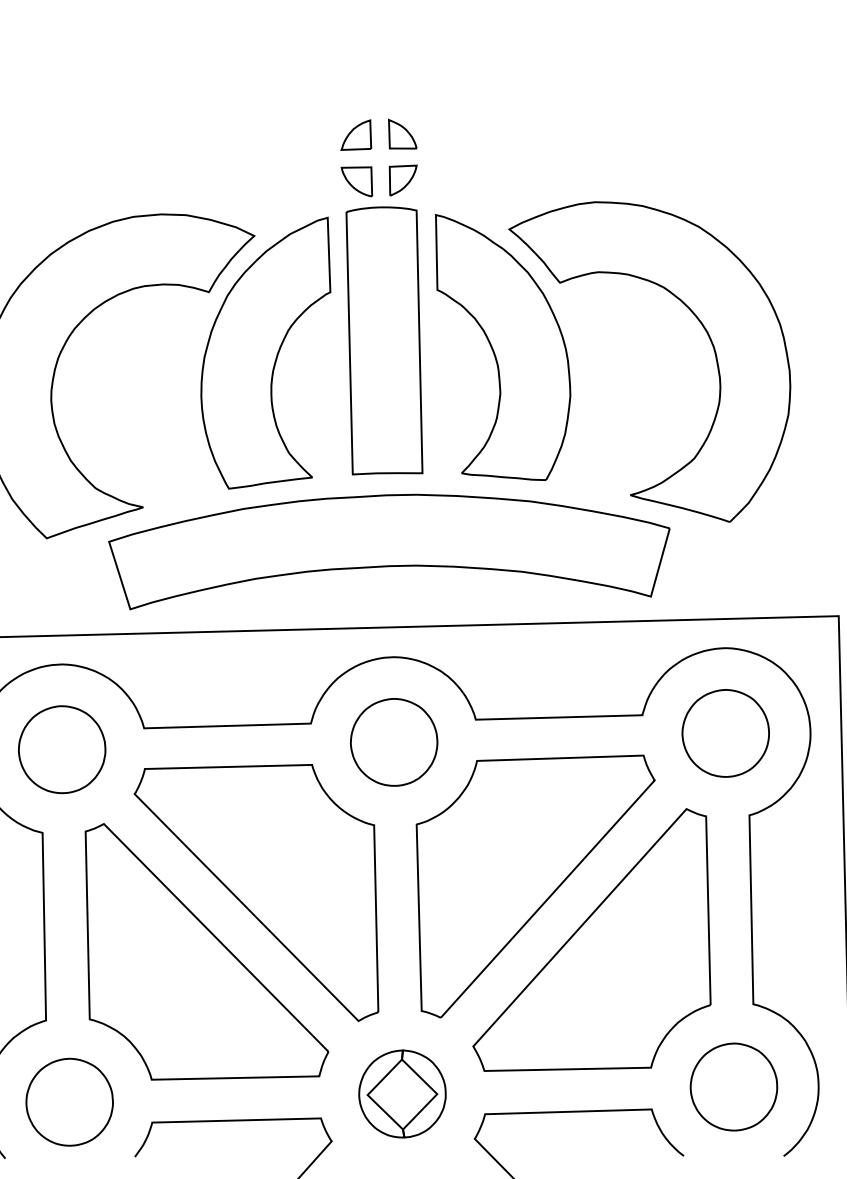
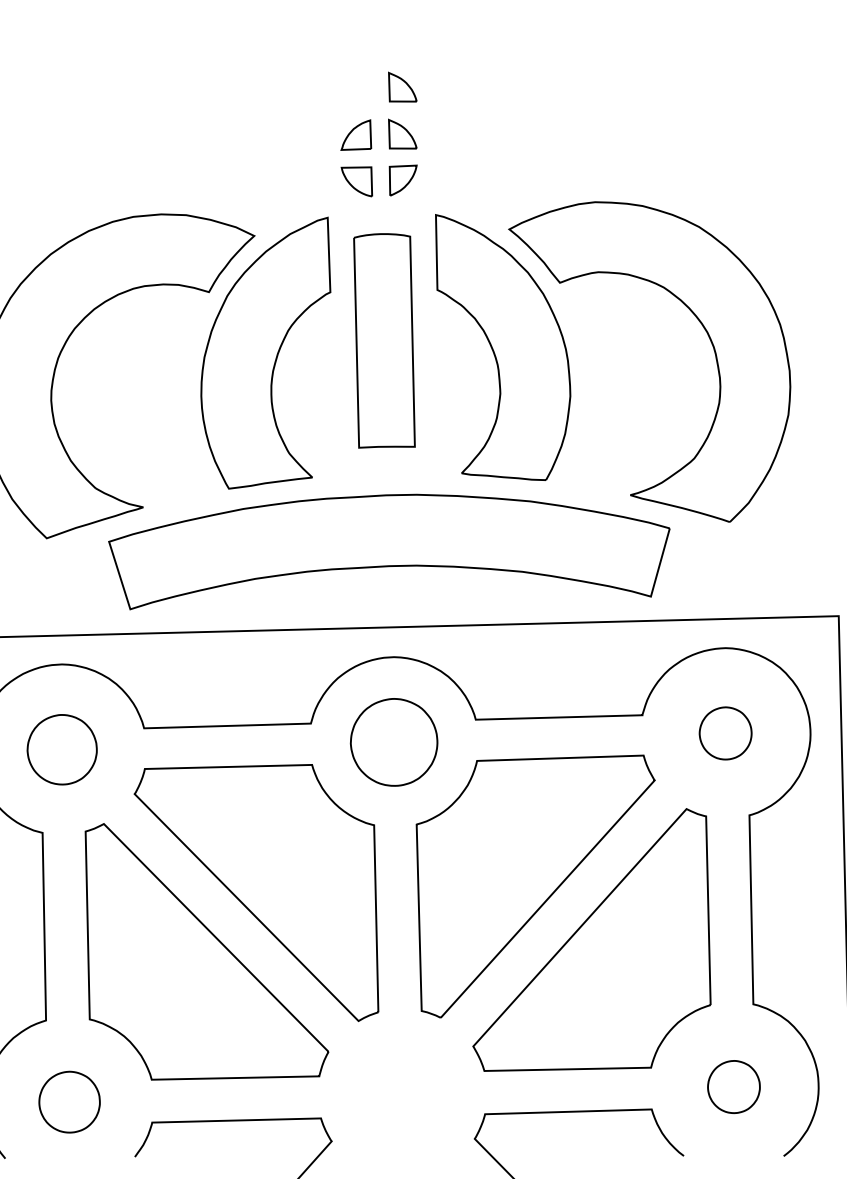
part at (402, 86): none -> present
part at (384, 340) size: 79x270 px -> 63x216 px
part at (725, 733) size: 89x89 px -> 55x55 px
part at (62, 749) size: 89x90 px -> 72x72 px
part at (733, 1086) size: 90x90 px -> 54x54 px
part at (402, 1093): present -> none
part at (69, 1101) size: 89x90 px -> 63x64 px
